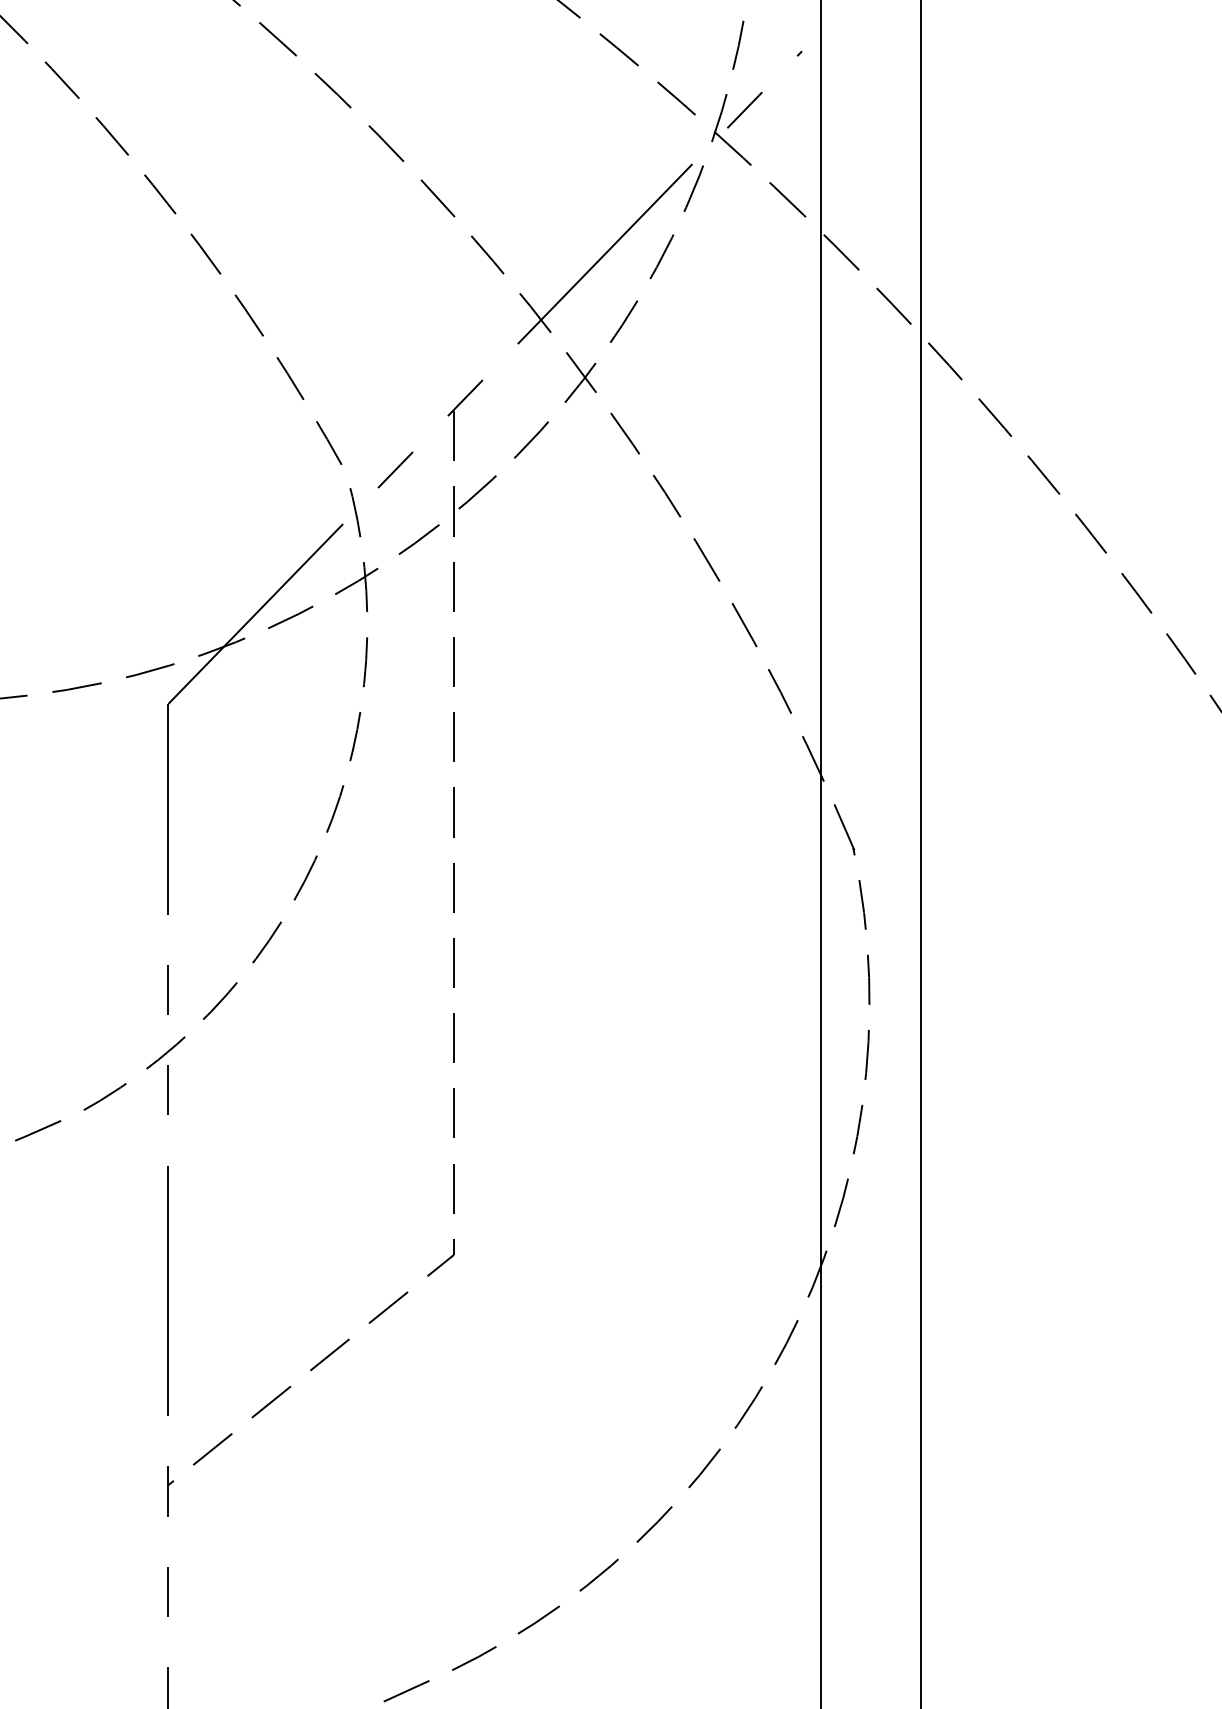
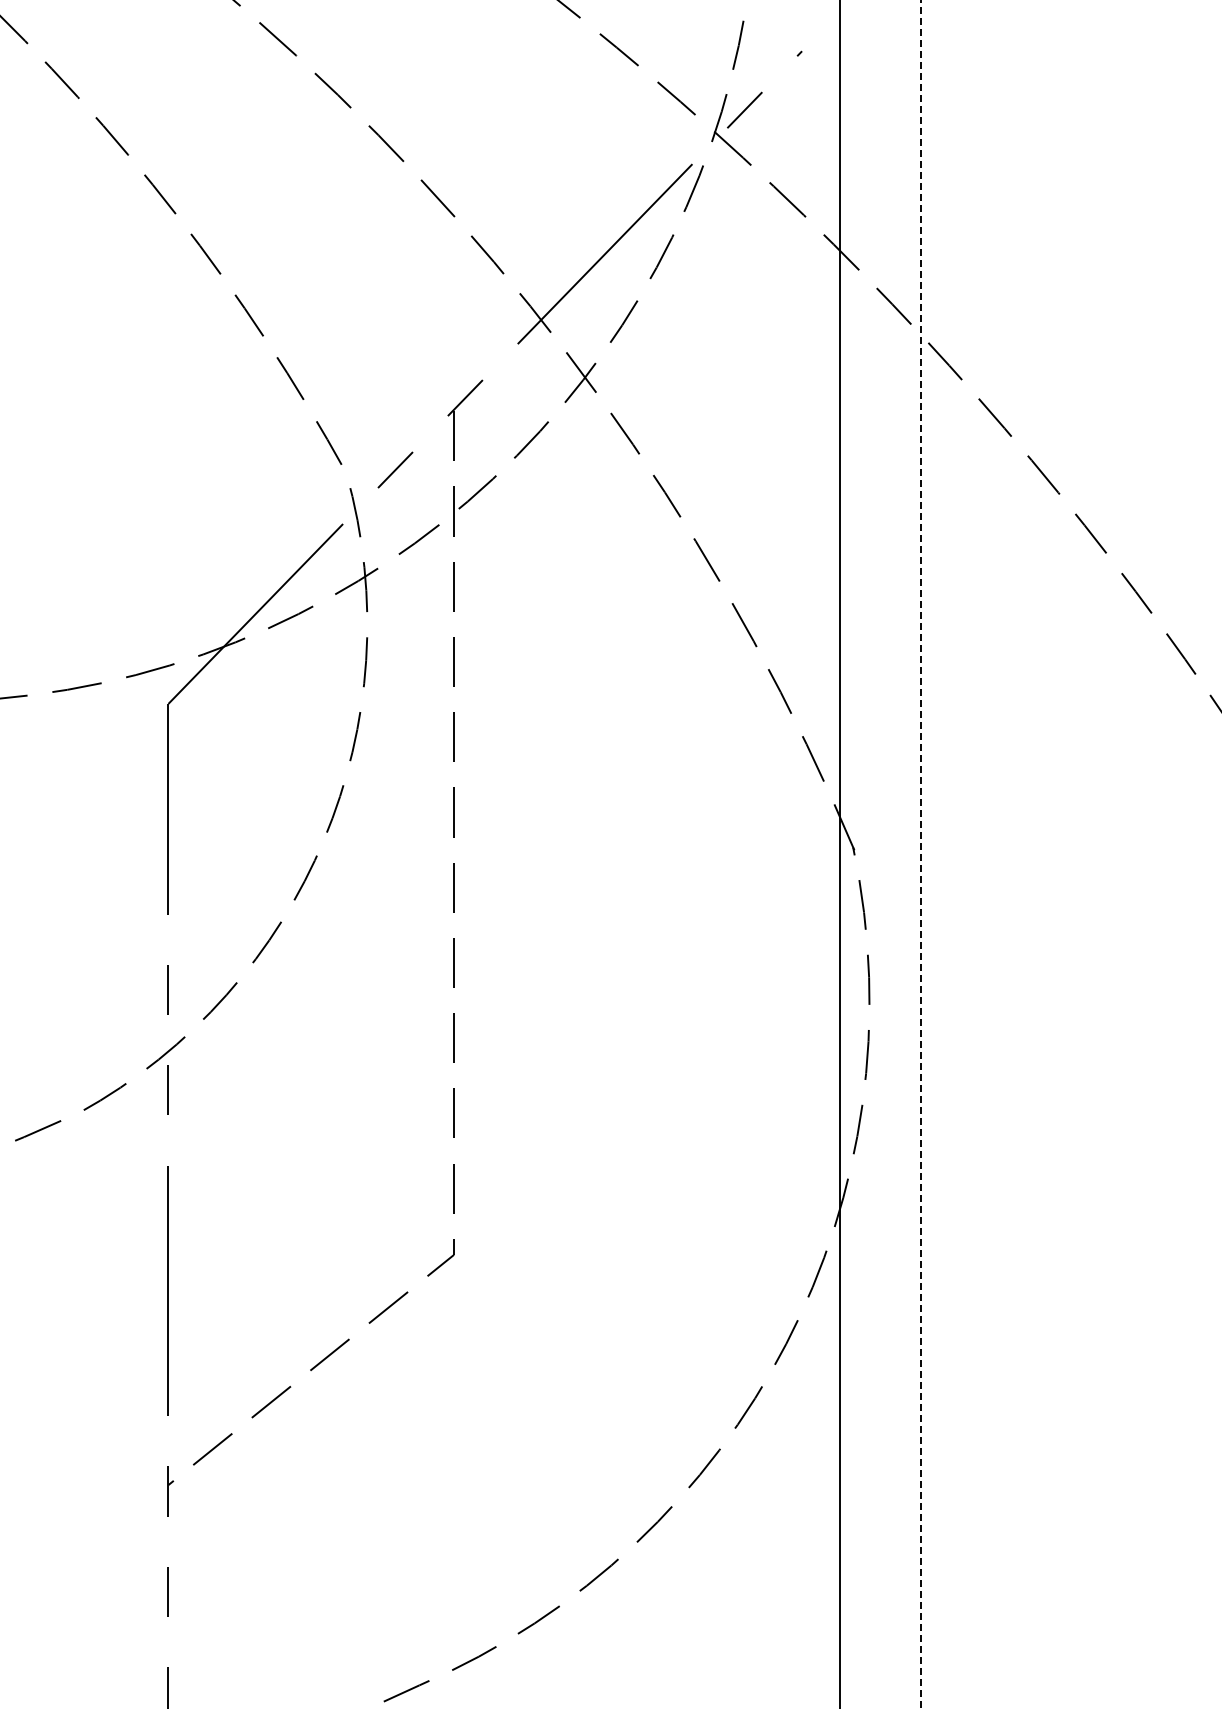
line at (820, 853) position: (820, 853) -> (839, 853)
line at (921, 854): solid -> dashed
